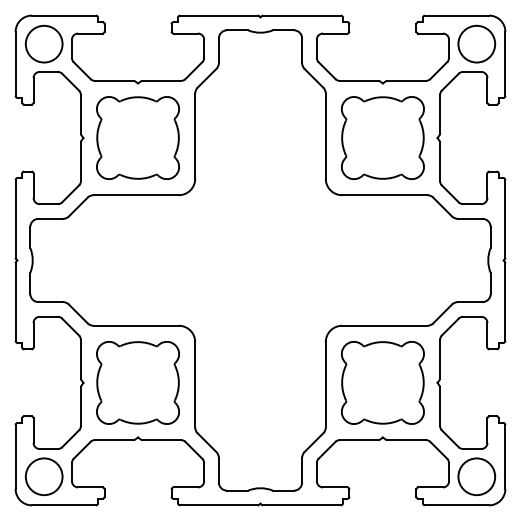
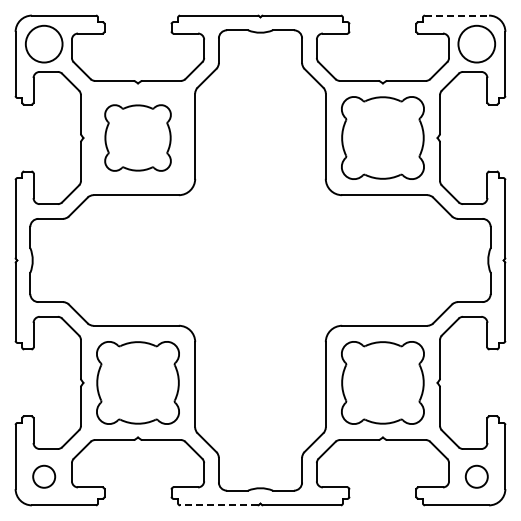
line at (457, 15): solid -> dashed
part at (137, 137) size: 84x84 px -> 68x68 px
circle at (43, 476) diameter: 37 px -> 22 px
circle at (476, 476) diameter: 37 px -> 22 px
line at (218, 505): solid -> dashed
